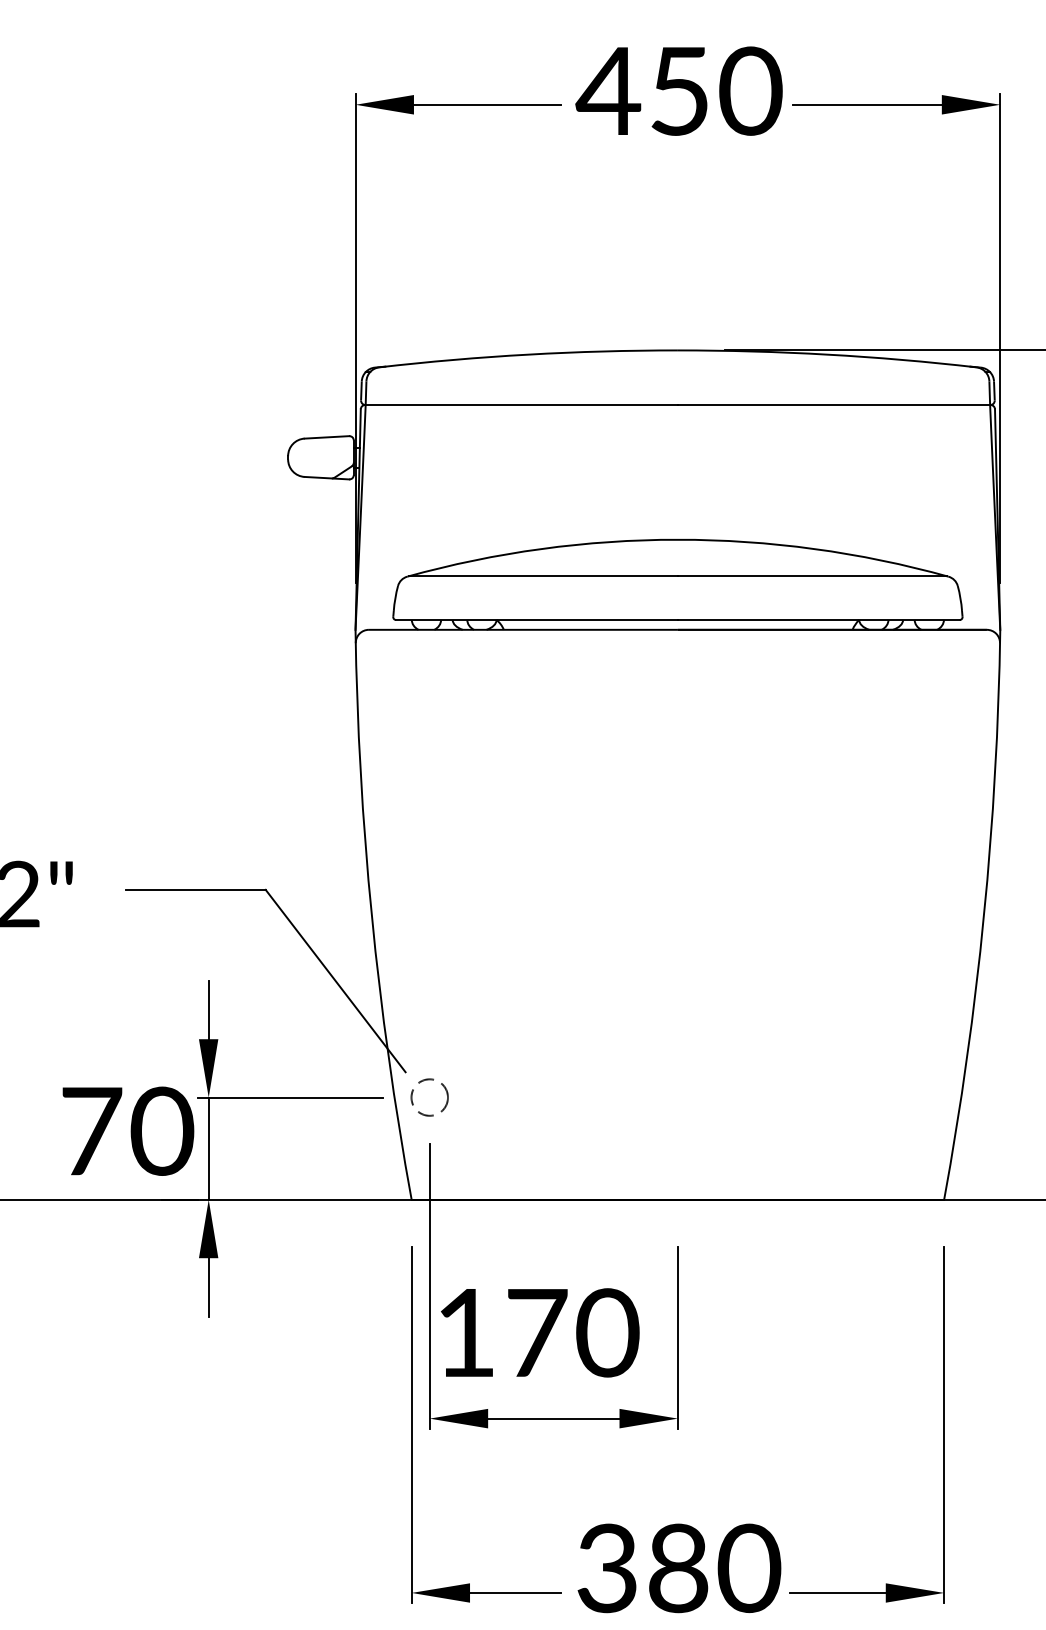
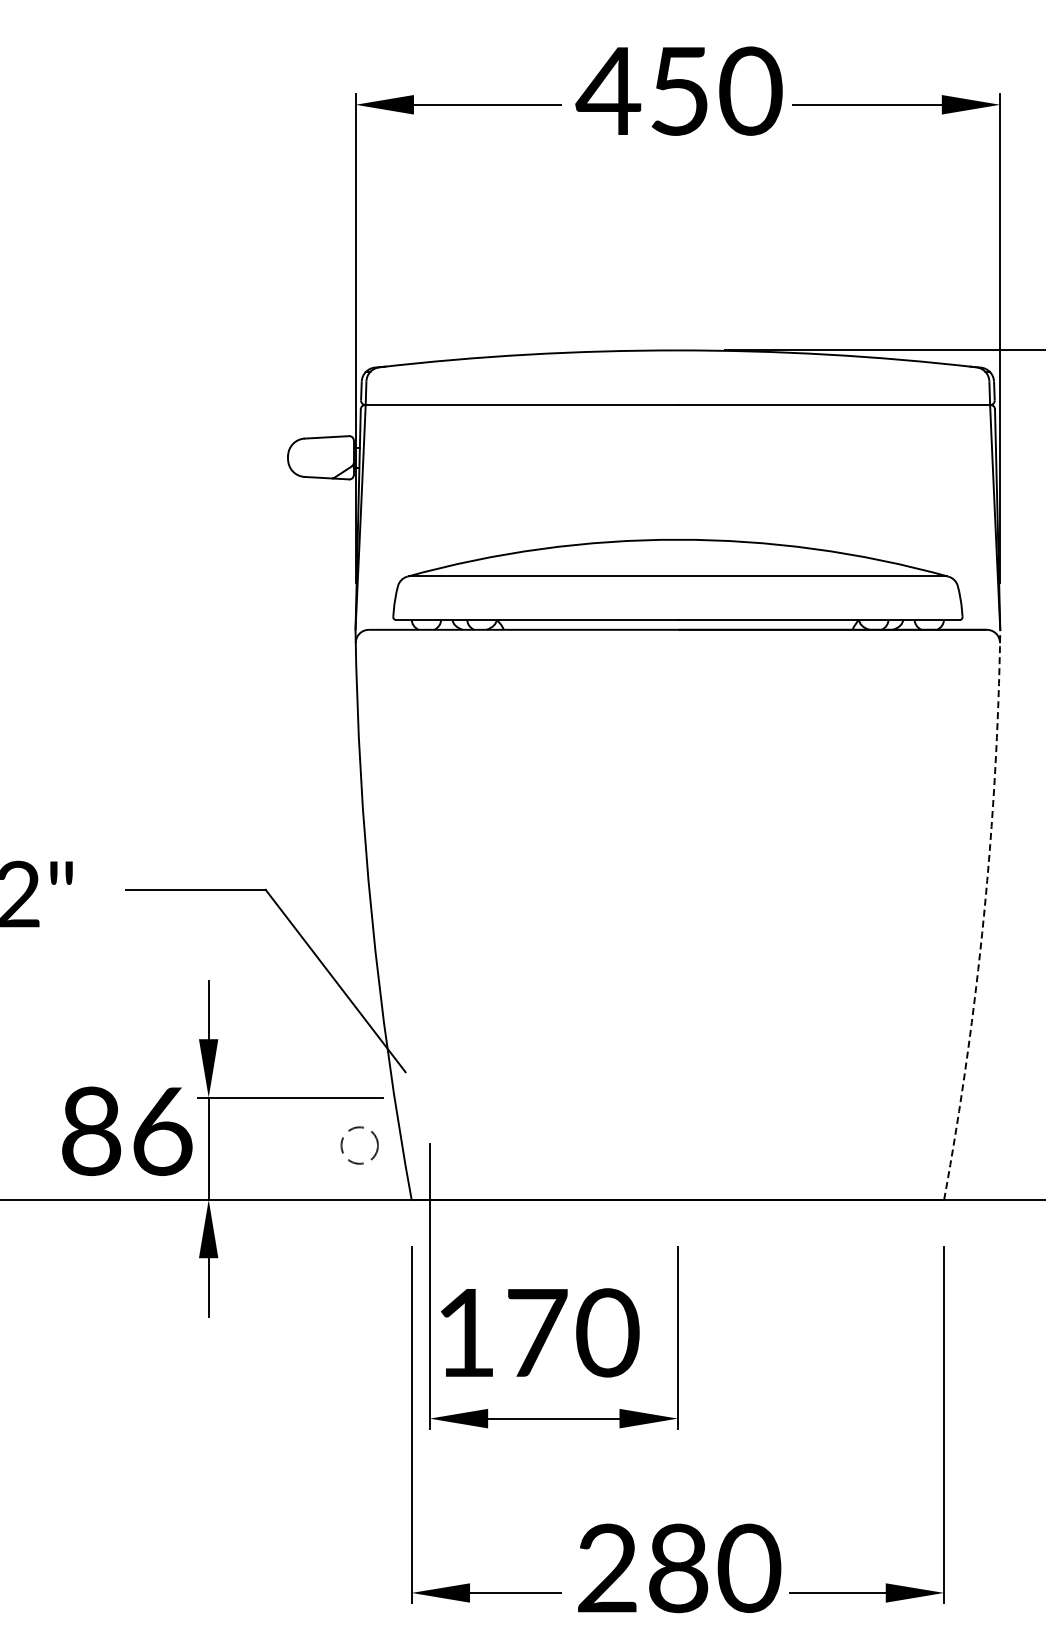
arc at (983, 915): solid -> dashed
circle at (429, 1097) position: (429, 1097) -> (359, 1145)
text at (128, 1131): 70 -> 86
text at (606, 1568): 380 -> 280
